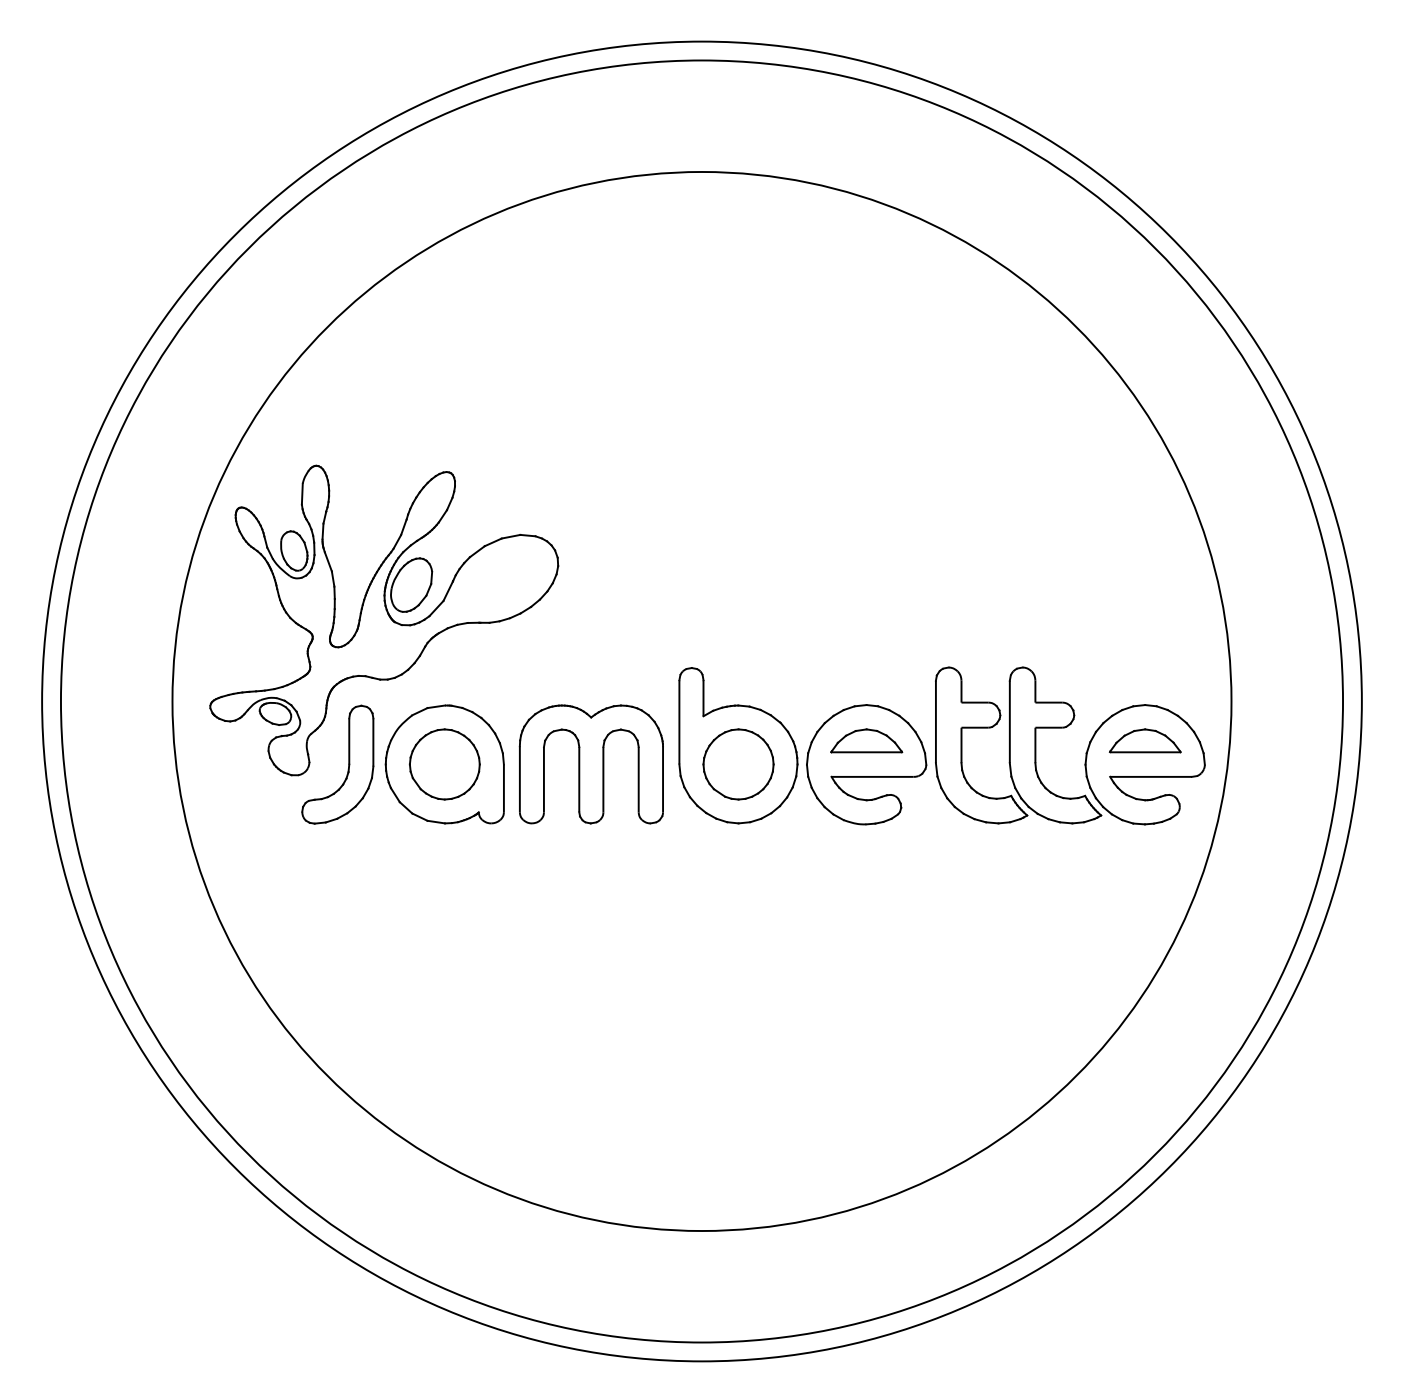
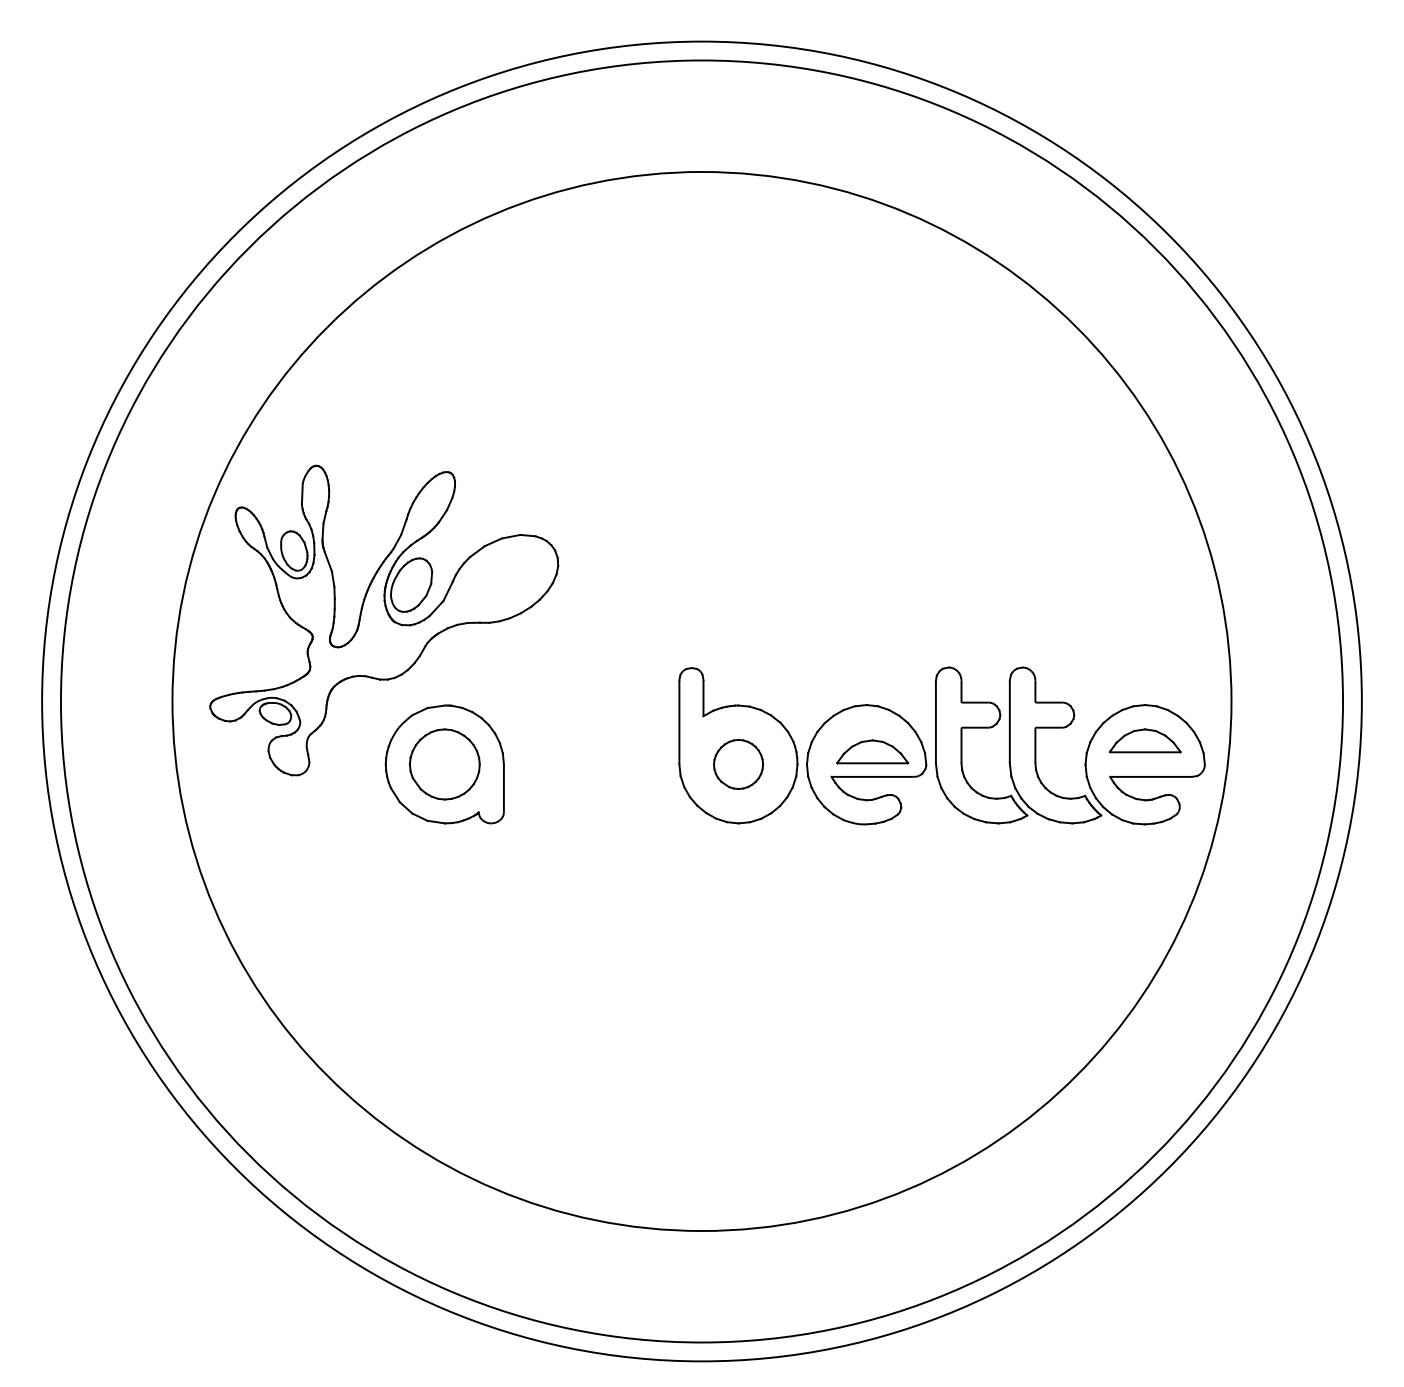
part at (866, 740) position: (866, 740) -> (872, 751)
part at (348, 764): present -> none
part at (590, 764): present -> none
part at (738, 764) size: 73x73 px -> 52x51 px
